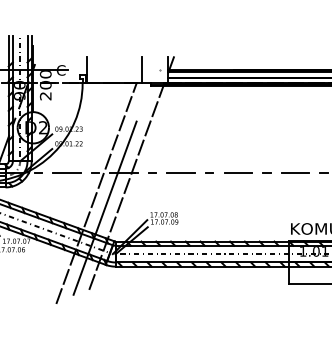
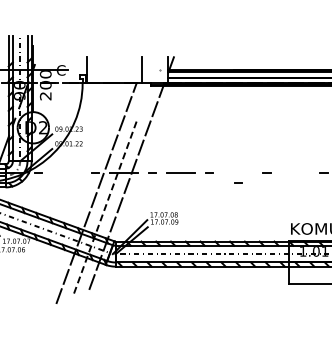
line at (66, 172): present -> none
line at (238, 172): present -> none
line at (295, 172): present -> none
line at (238, 182): none -> present
line at (104, 208): solid -> dashed
